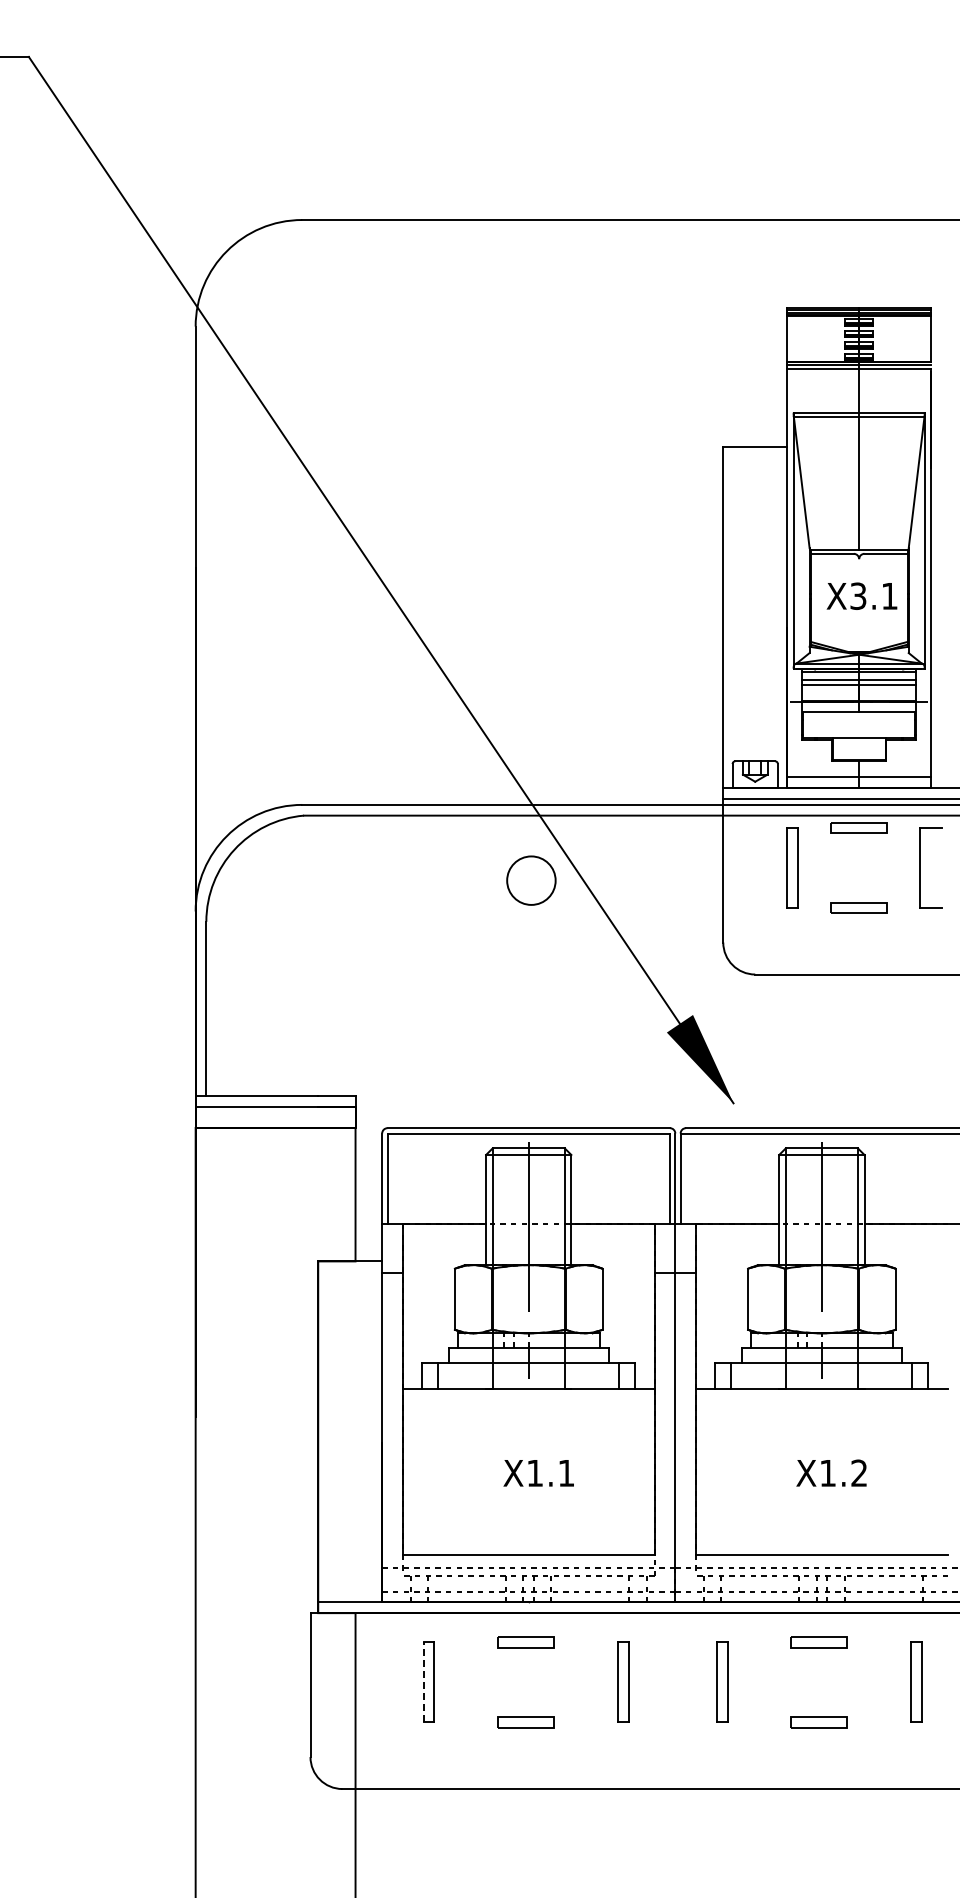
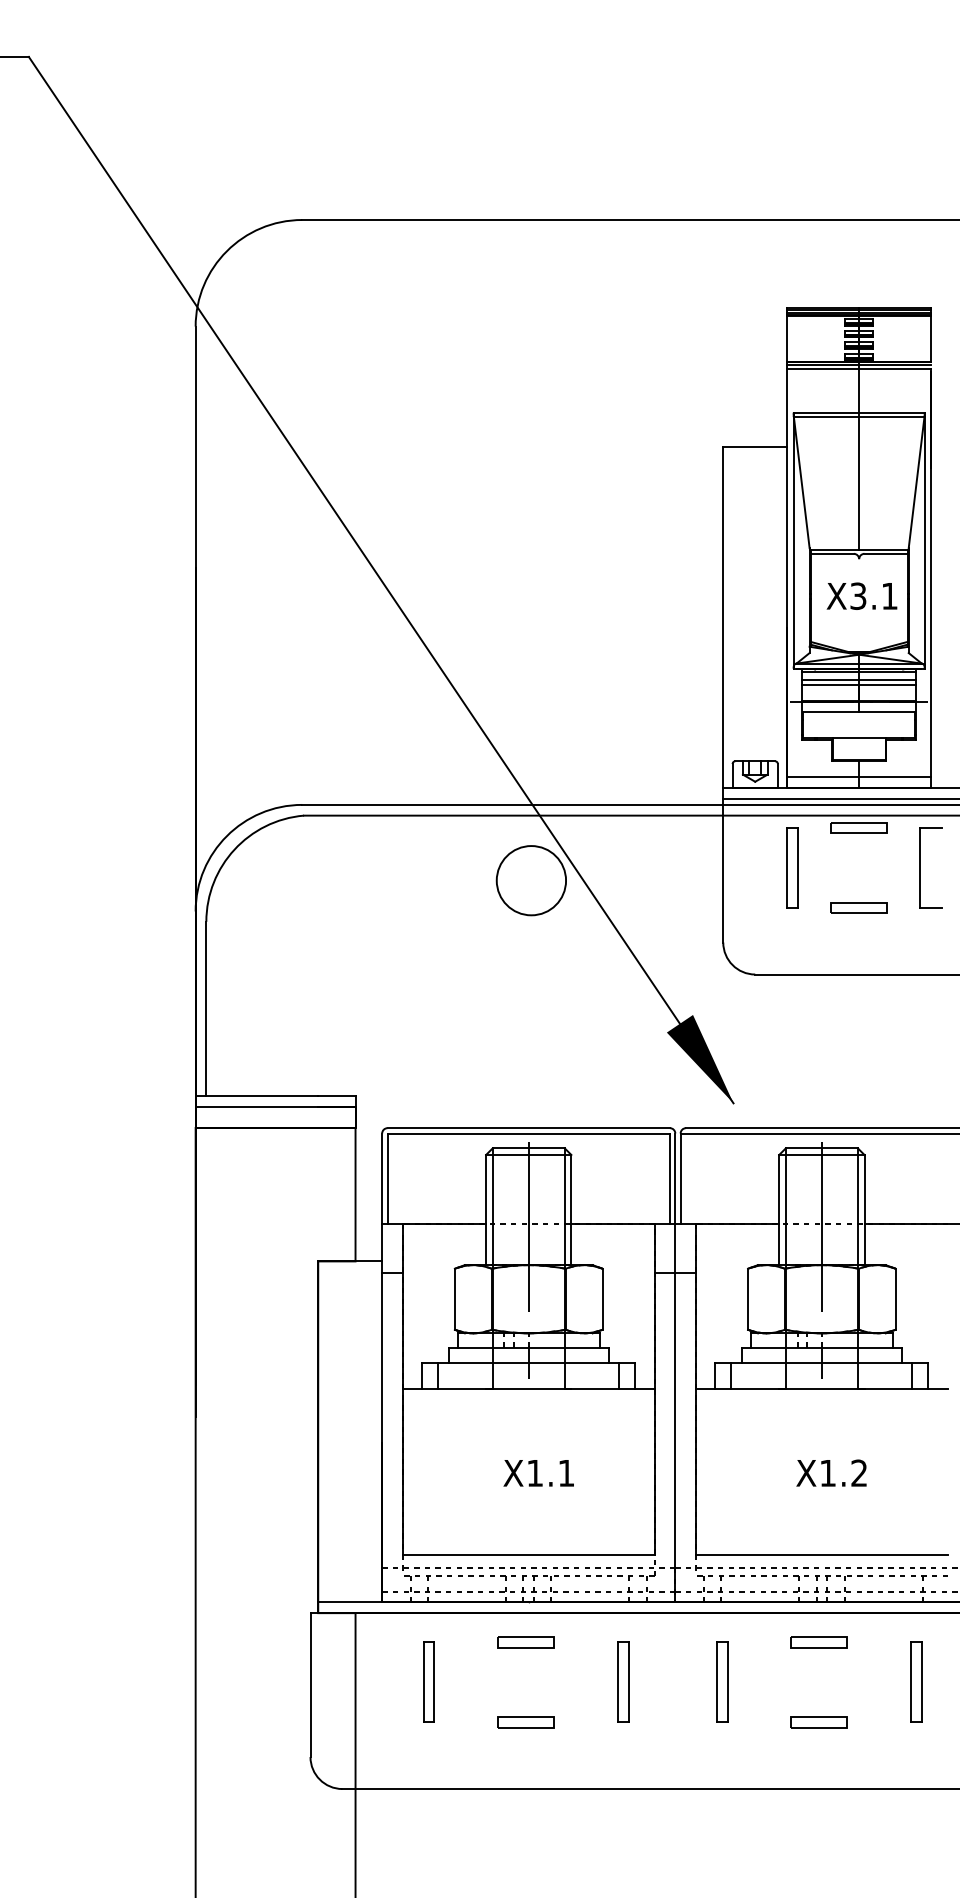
circle at (531, 880) diameter: 48 px -> 69 px
line at (423, 1682): dashed -> solid
